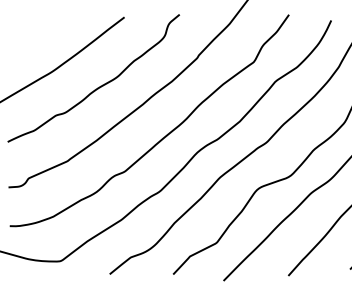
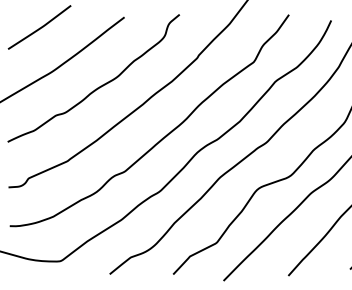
curve at (39, 27): none -> present
